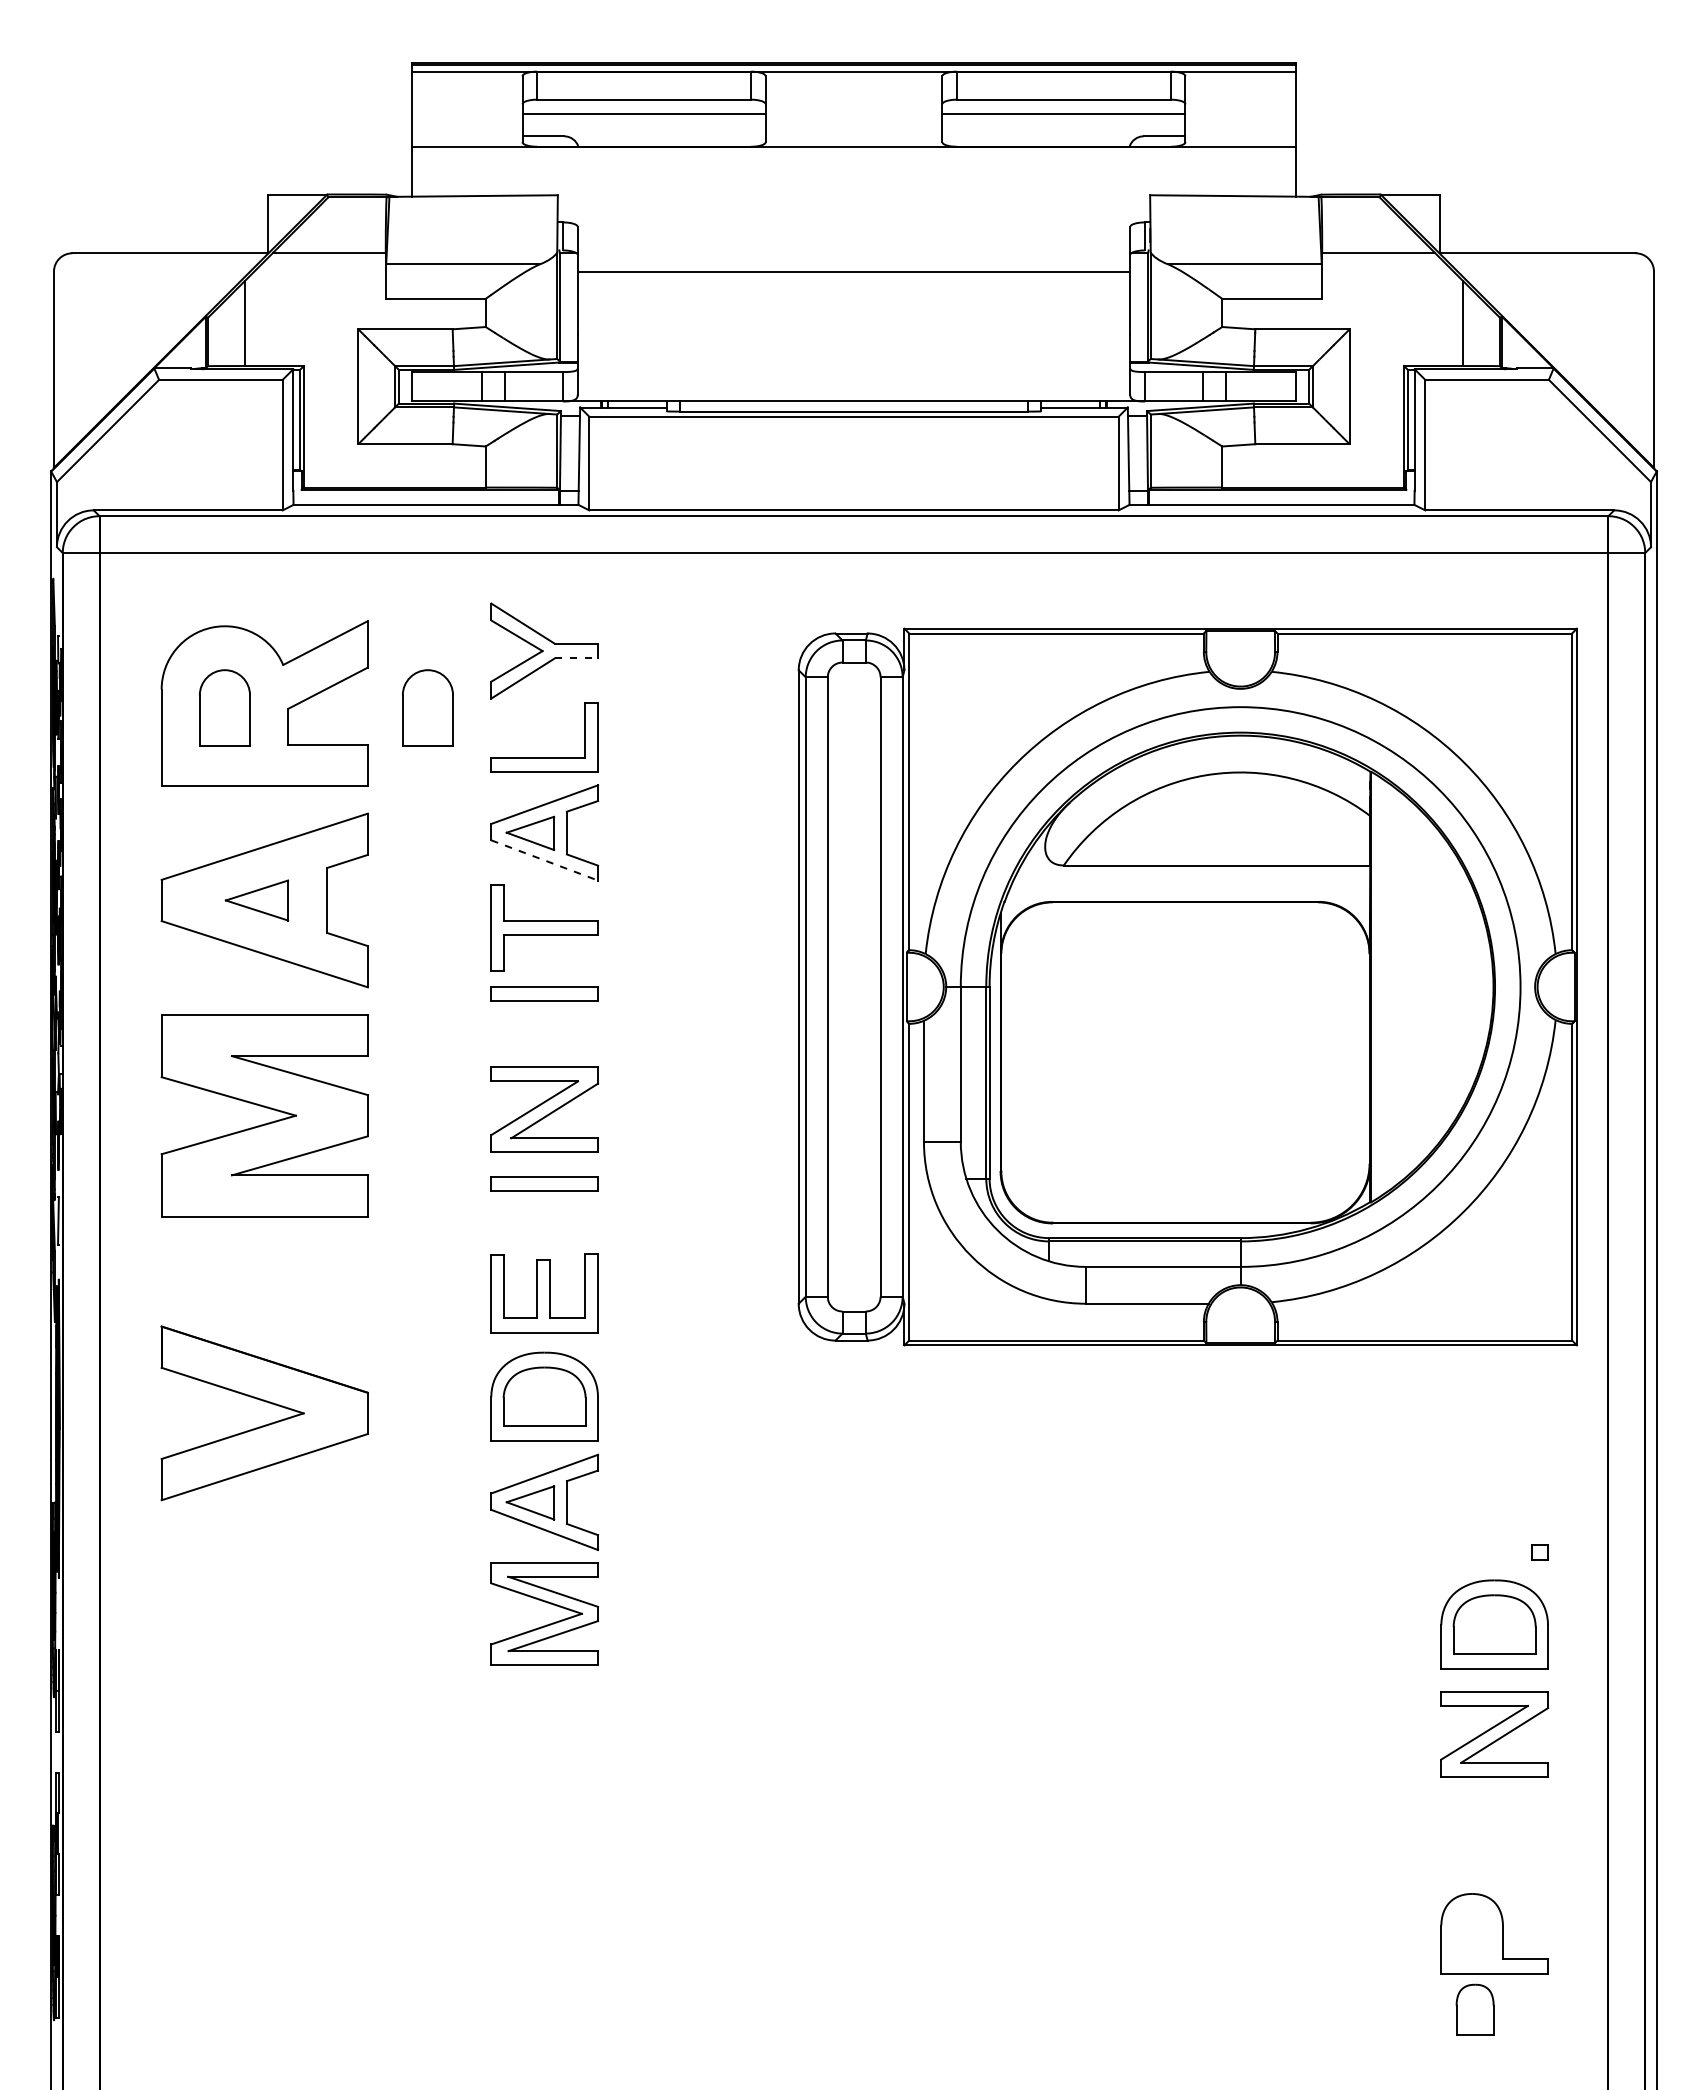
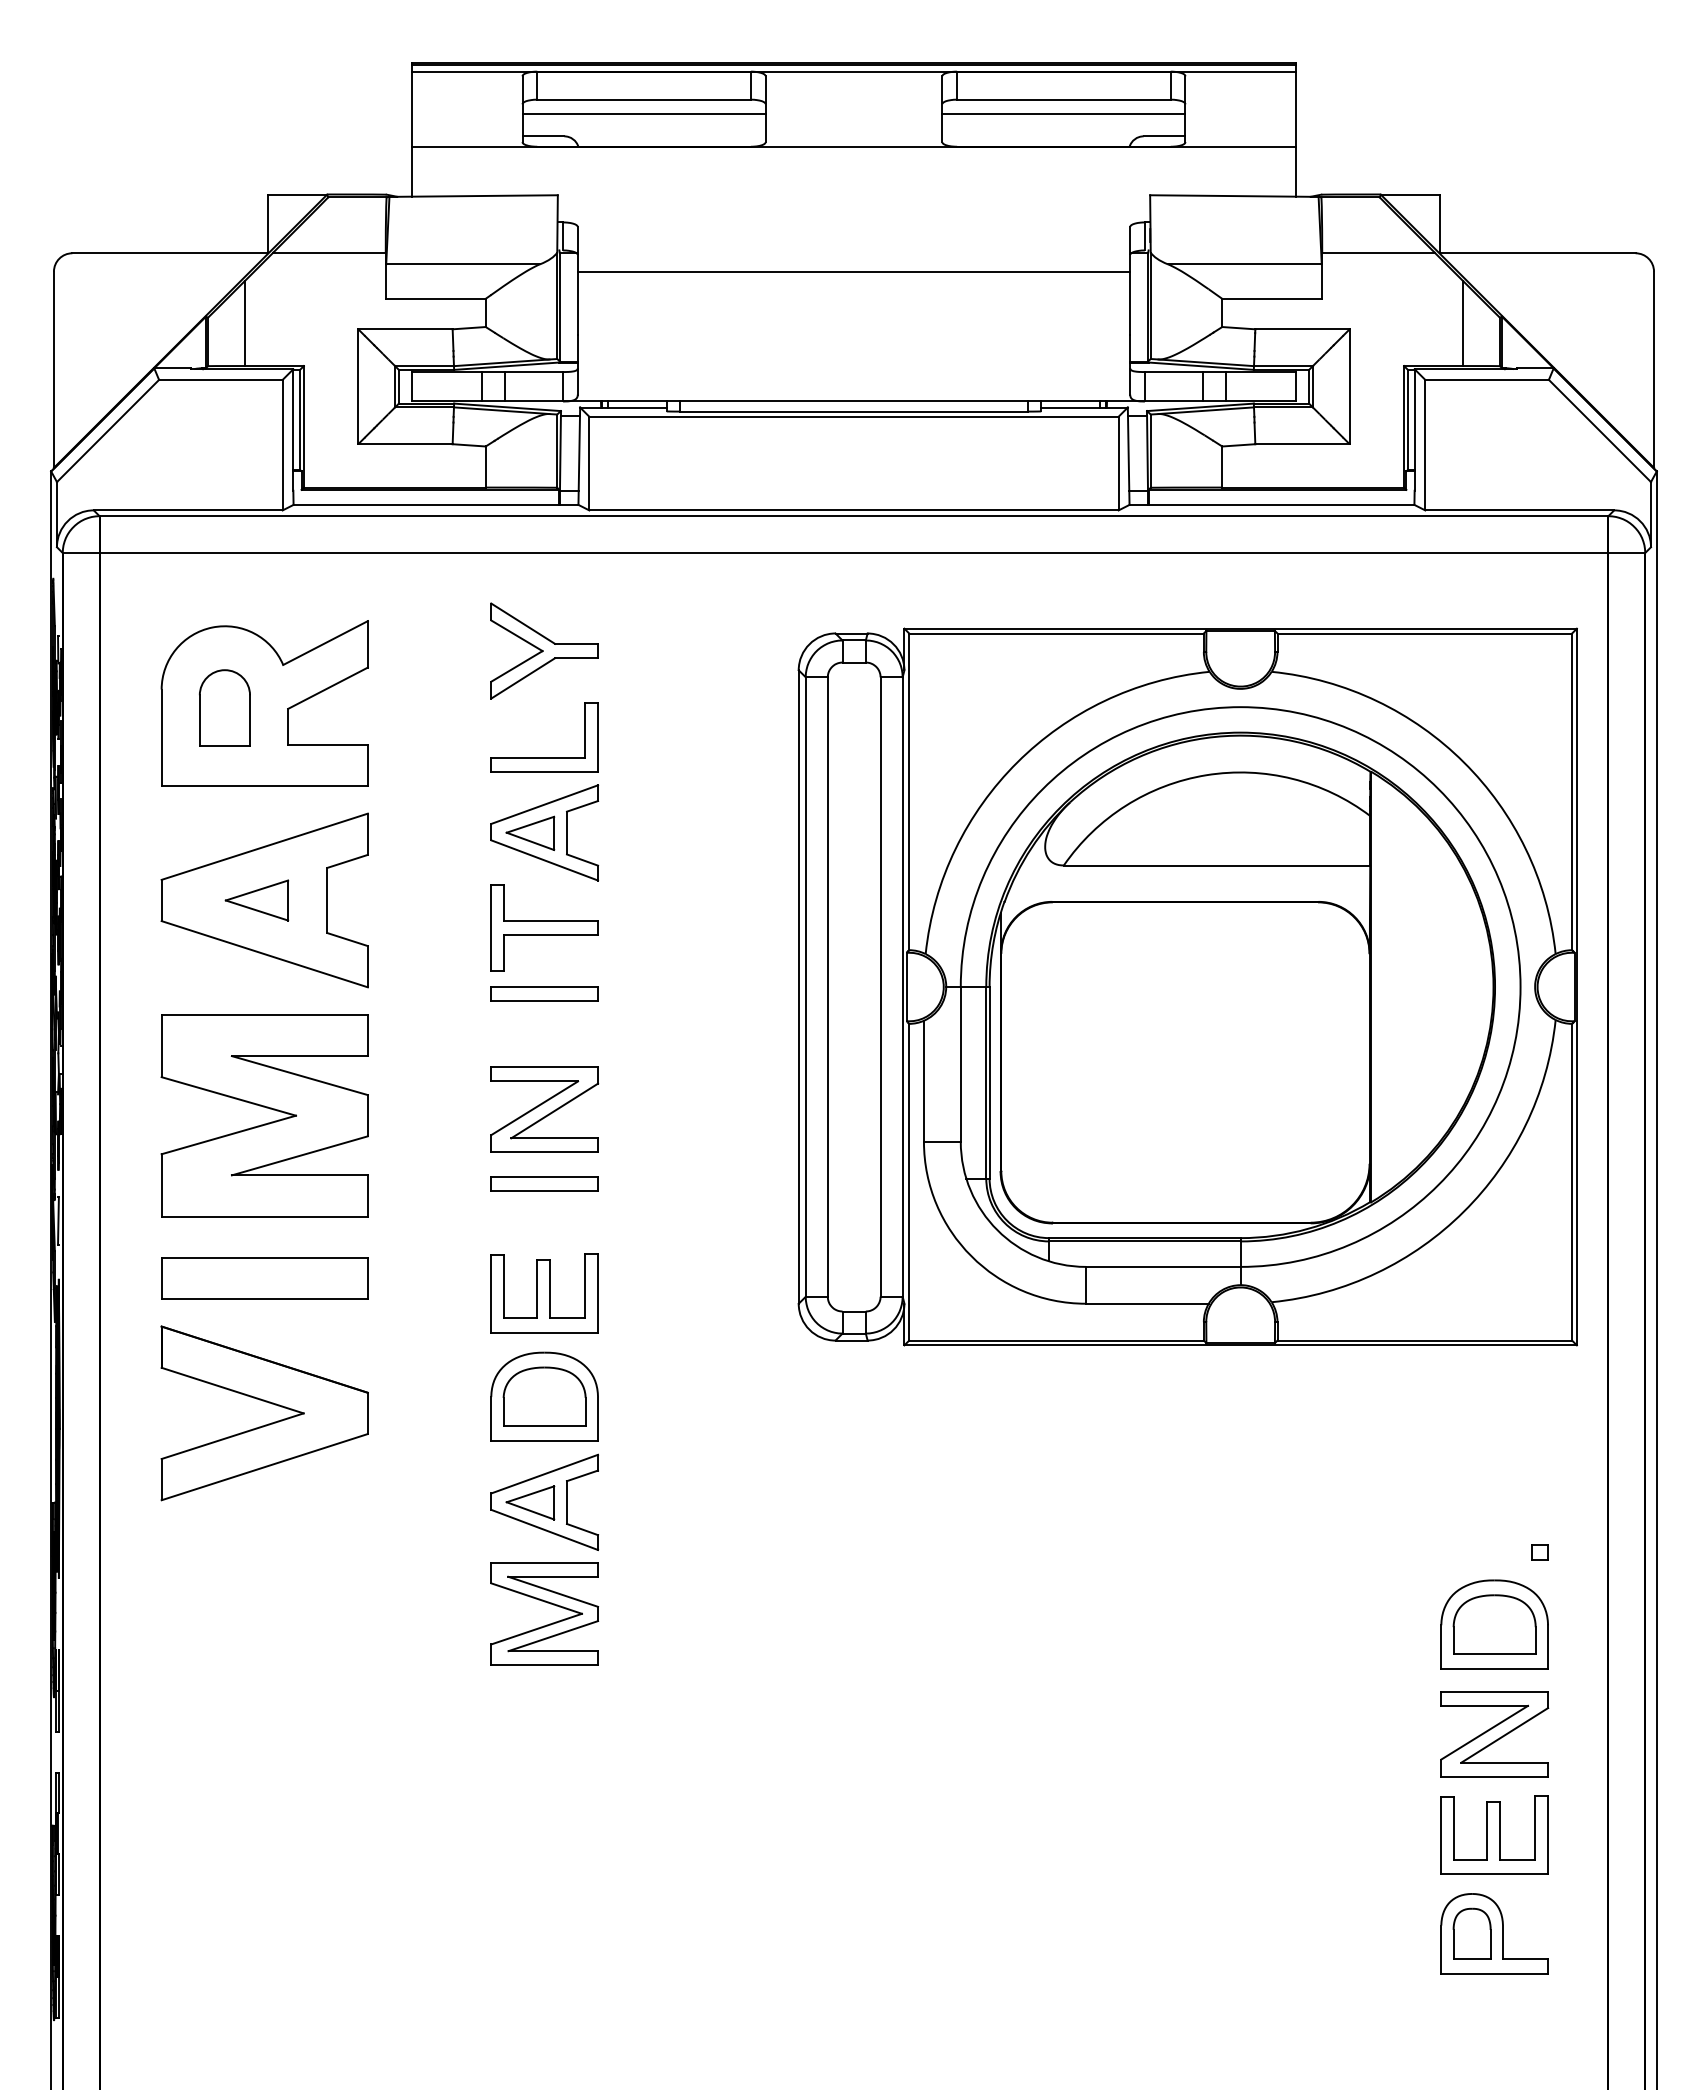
line at (576, 658): dashed -> solid
part at (427, 707): present -> none
line at (545, 860): dashed -> solid
part at (264, 1278): none -> present
part at (1494, 1834): none -> present
part at (1474, 2009) position: (1474, 2009) -> (1471, 1933)
